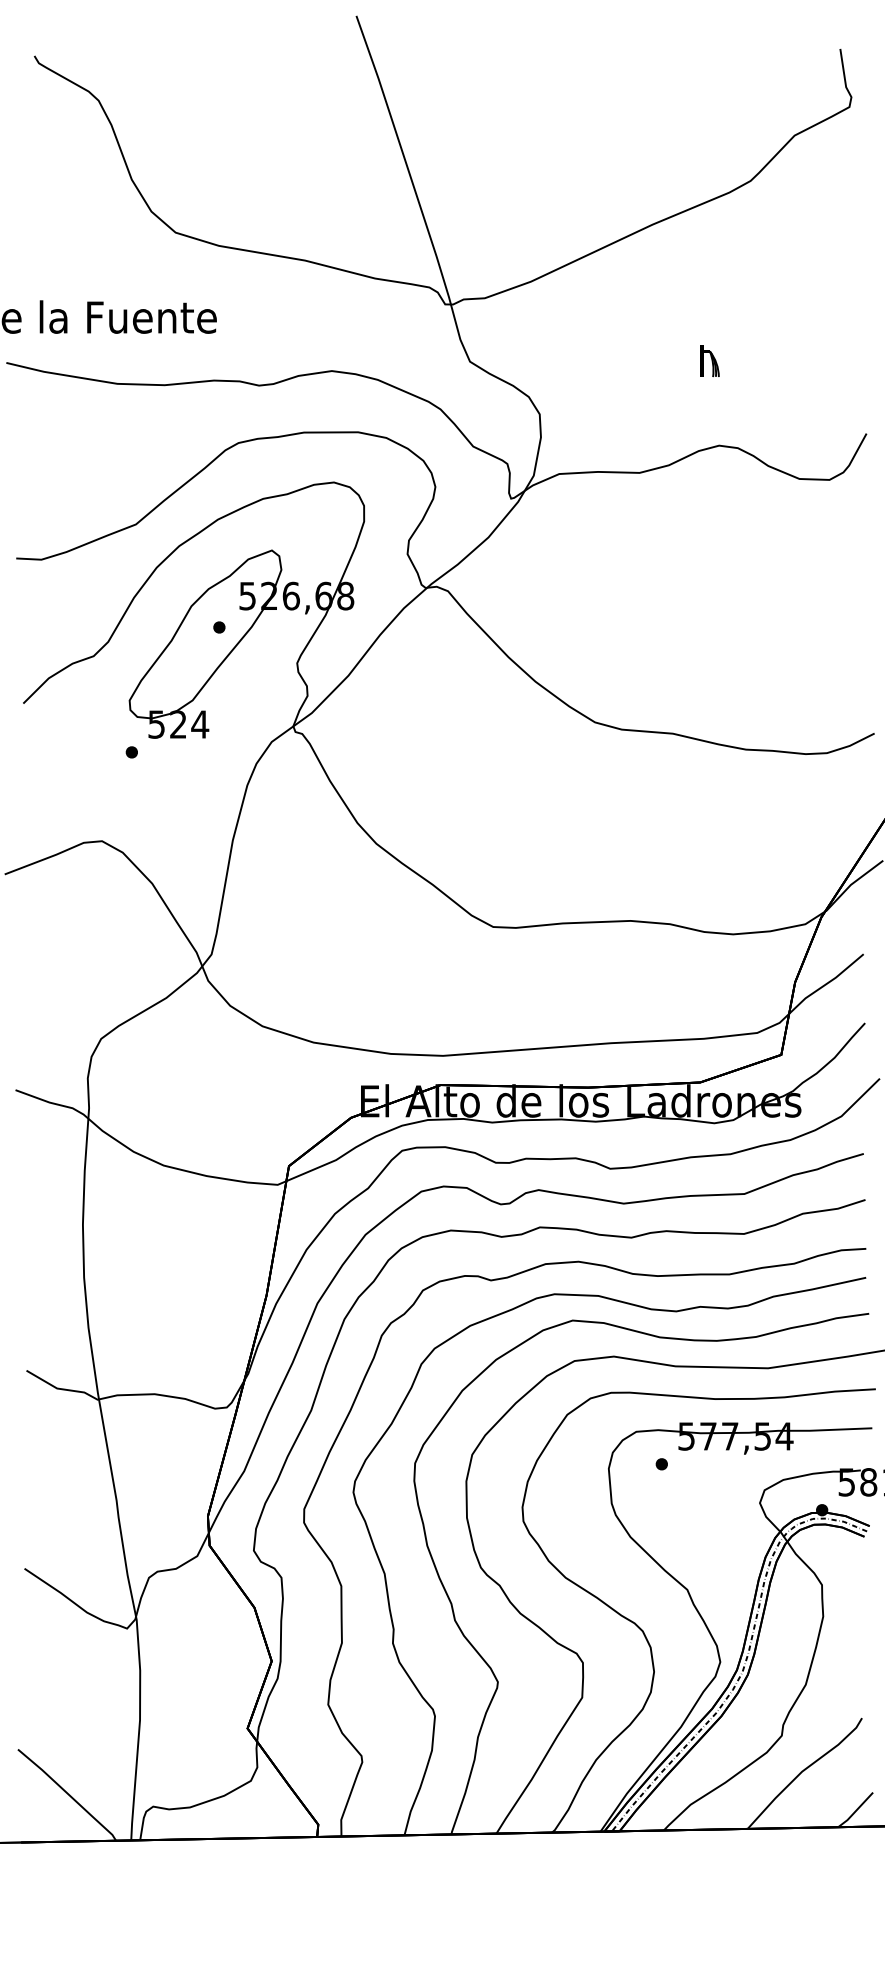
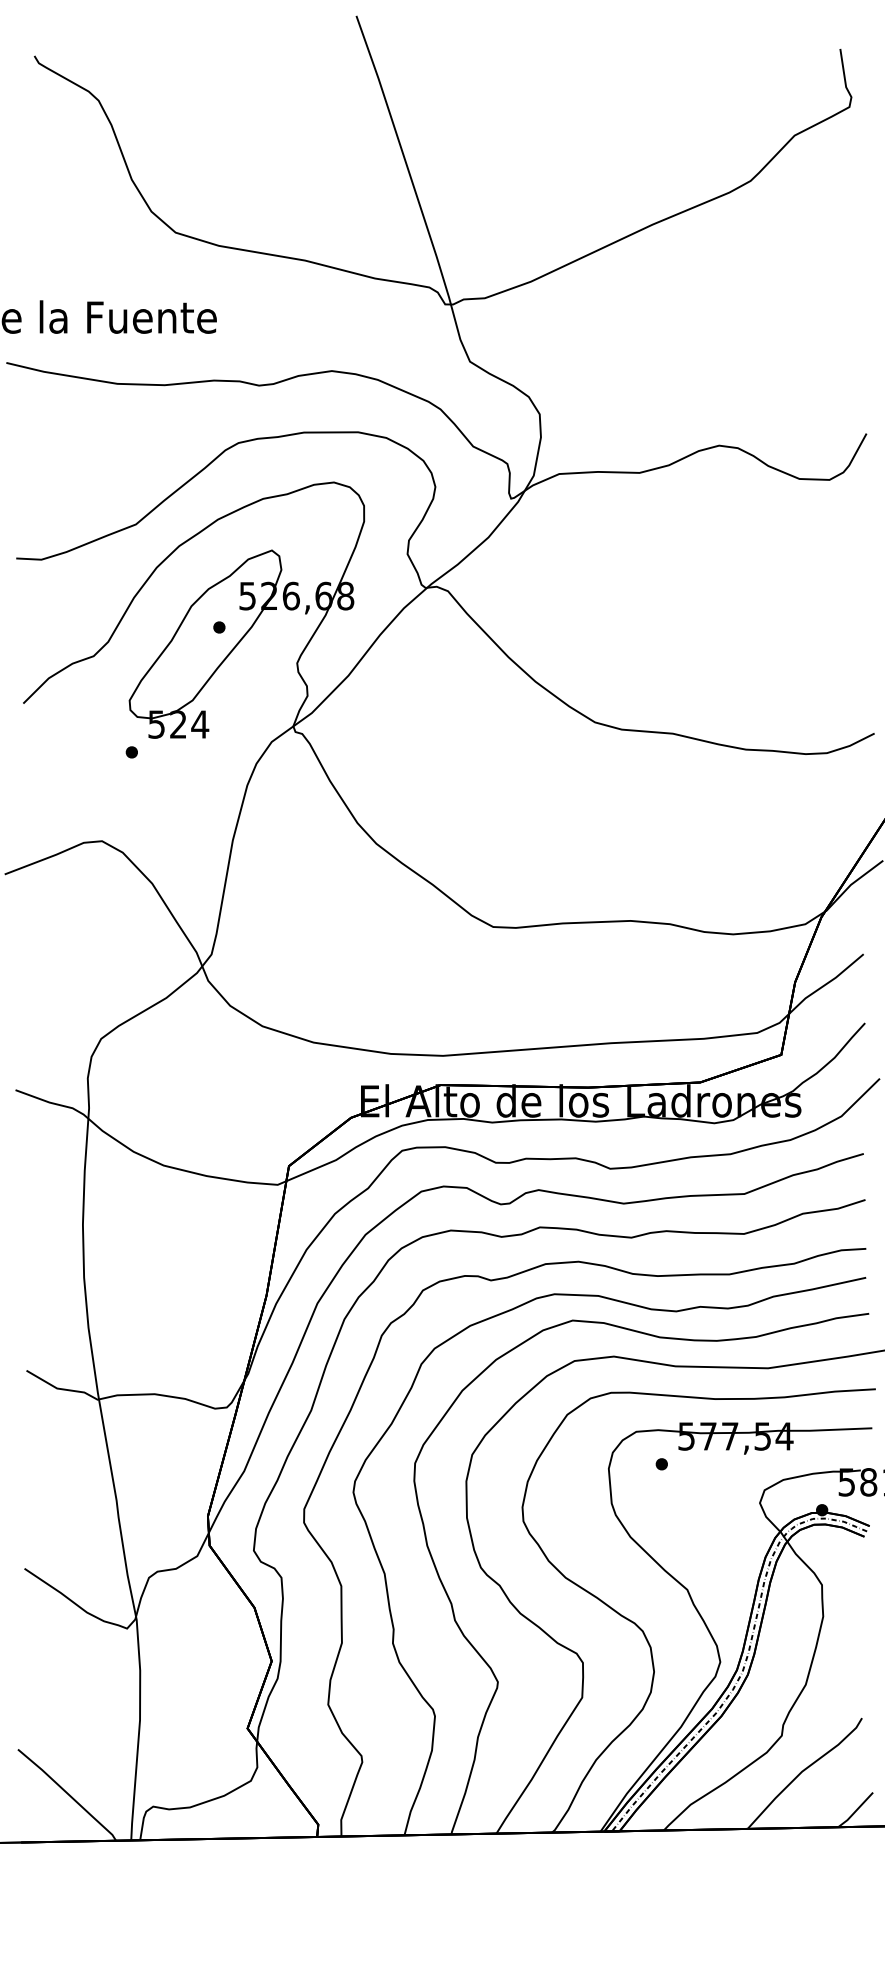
part at (709, 361): present -> none
